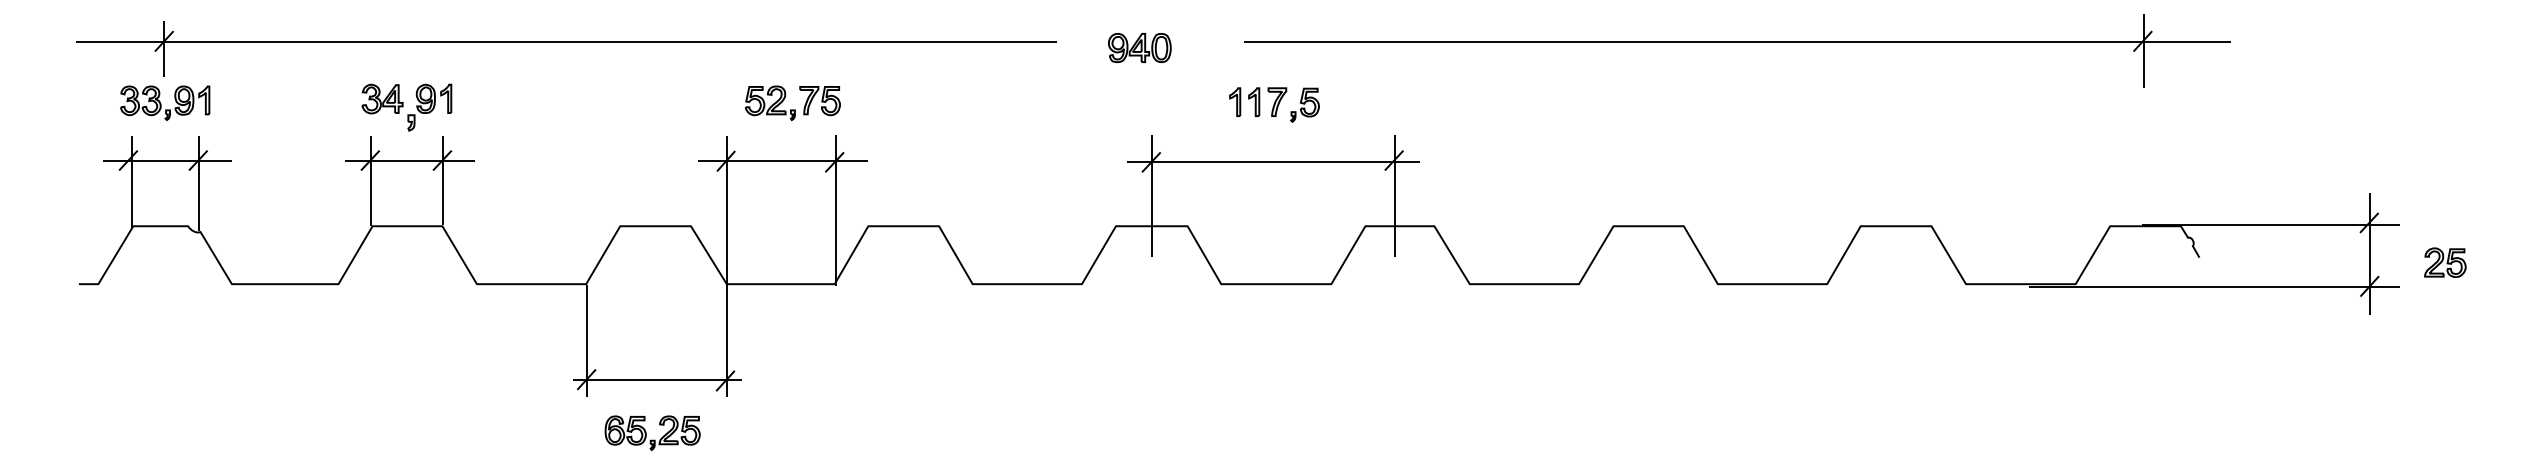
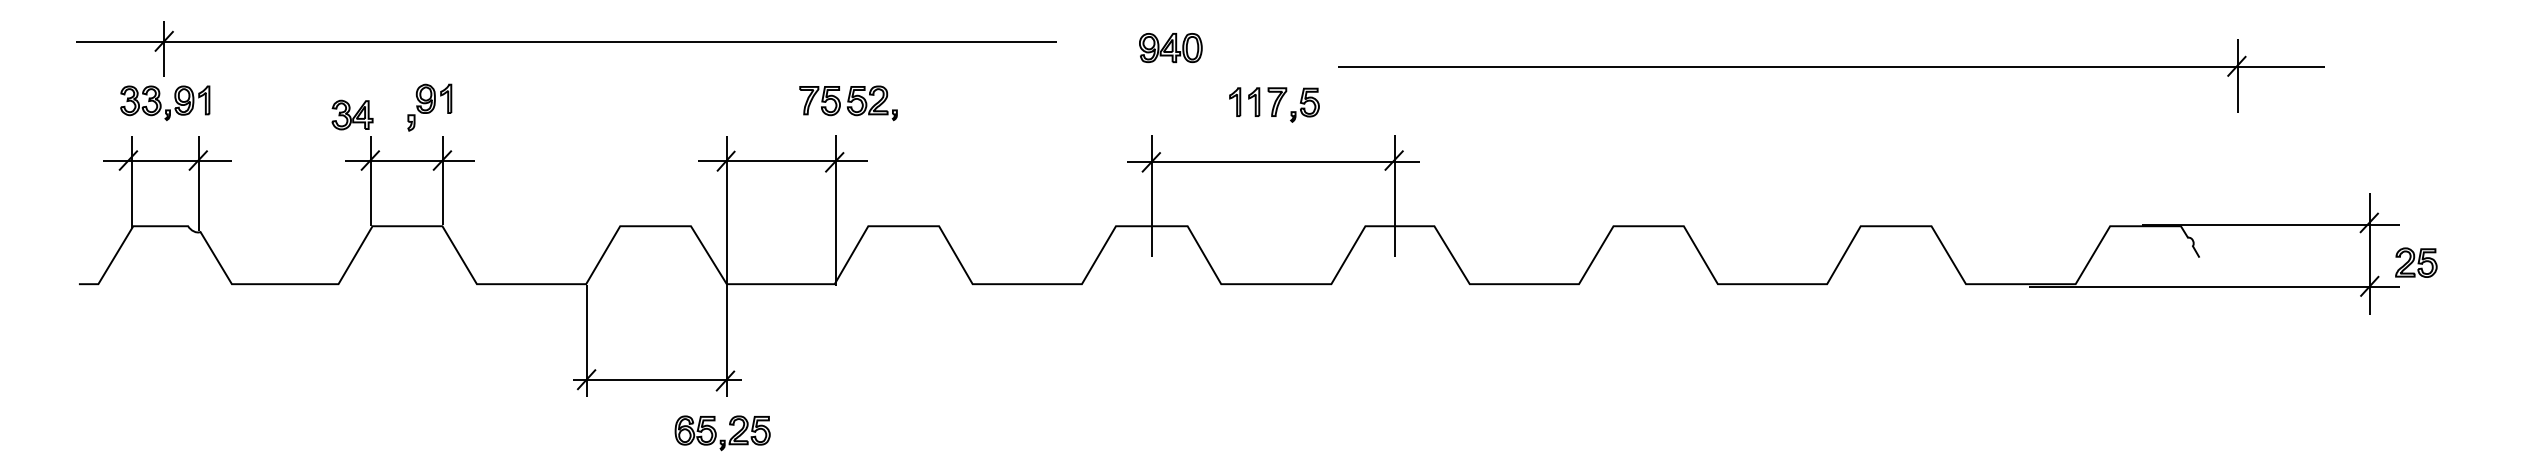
part at (1737, 42) position: (1737, 42) -> (1831, 67)
part at (1139, 48) position: (1139, 48) -> (1170, 48)
part at (382, 98) position: (382, 98) -> (352, 114)
part at (770, 103) position: (770, 103) -> (872, 103)
part at (2445, 262) position: (2445, 262) -> (2416, 262)
part at (652, 433) position: (652, 433) -> (722, 433)
